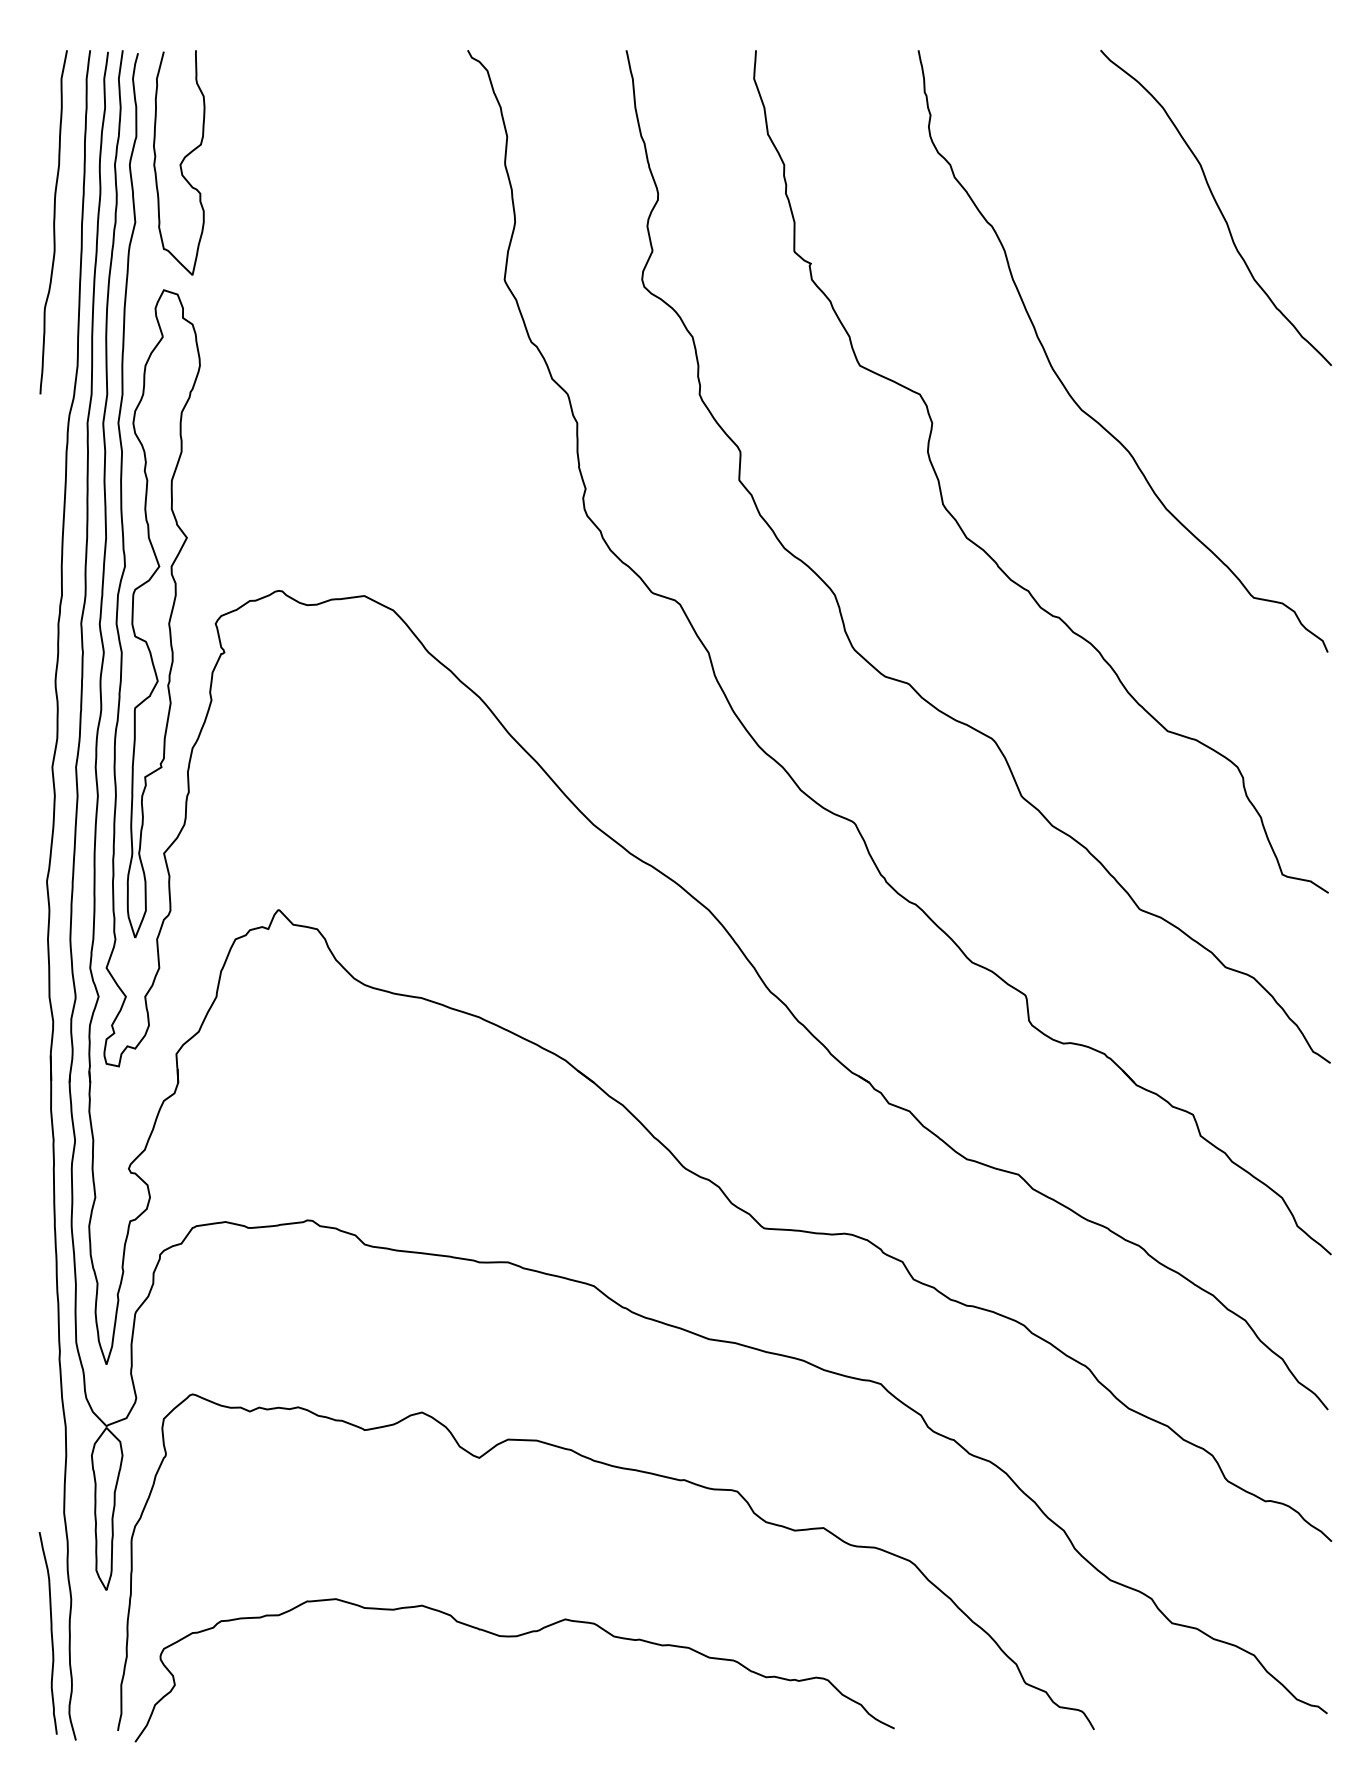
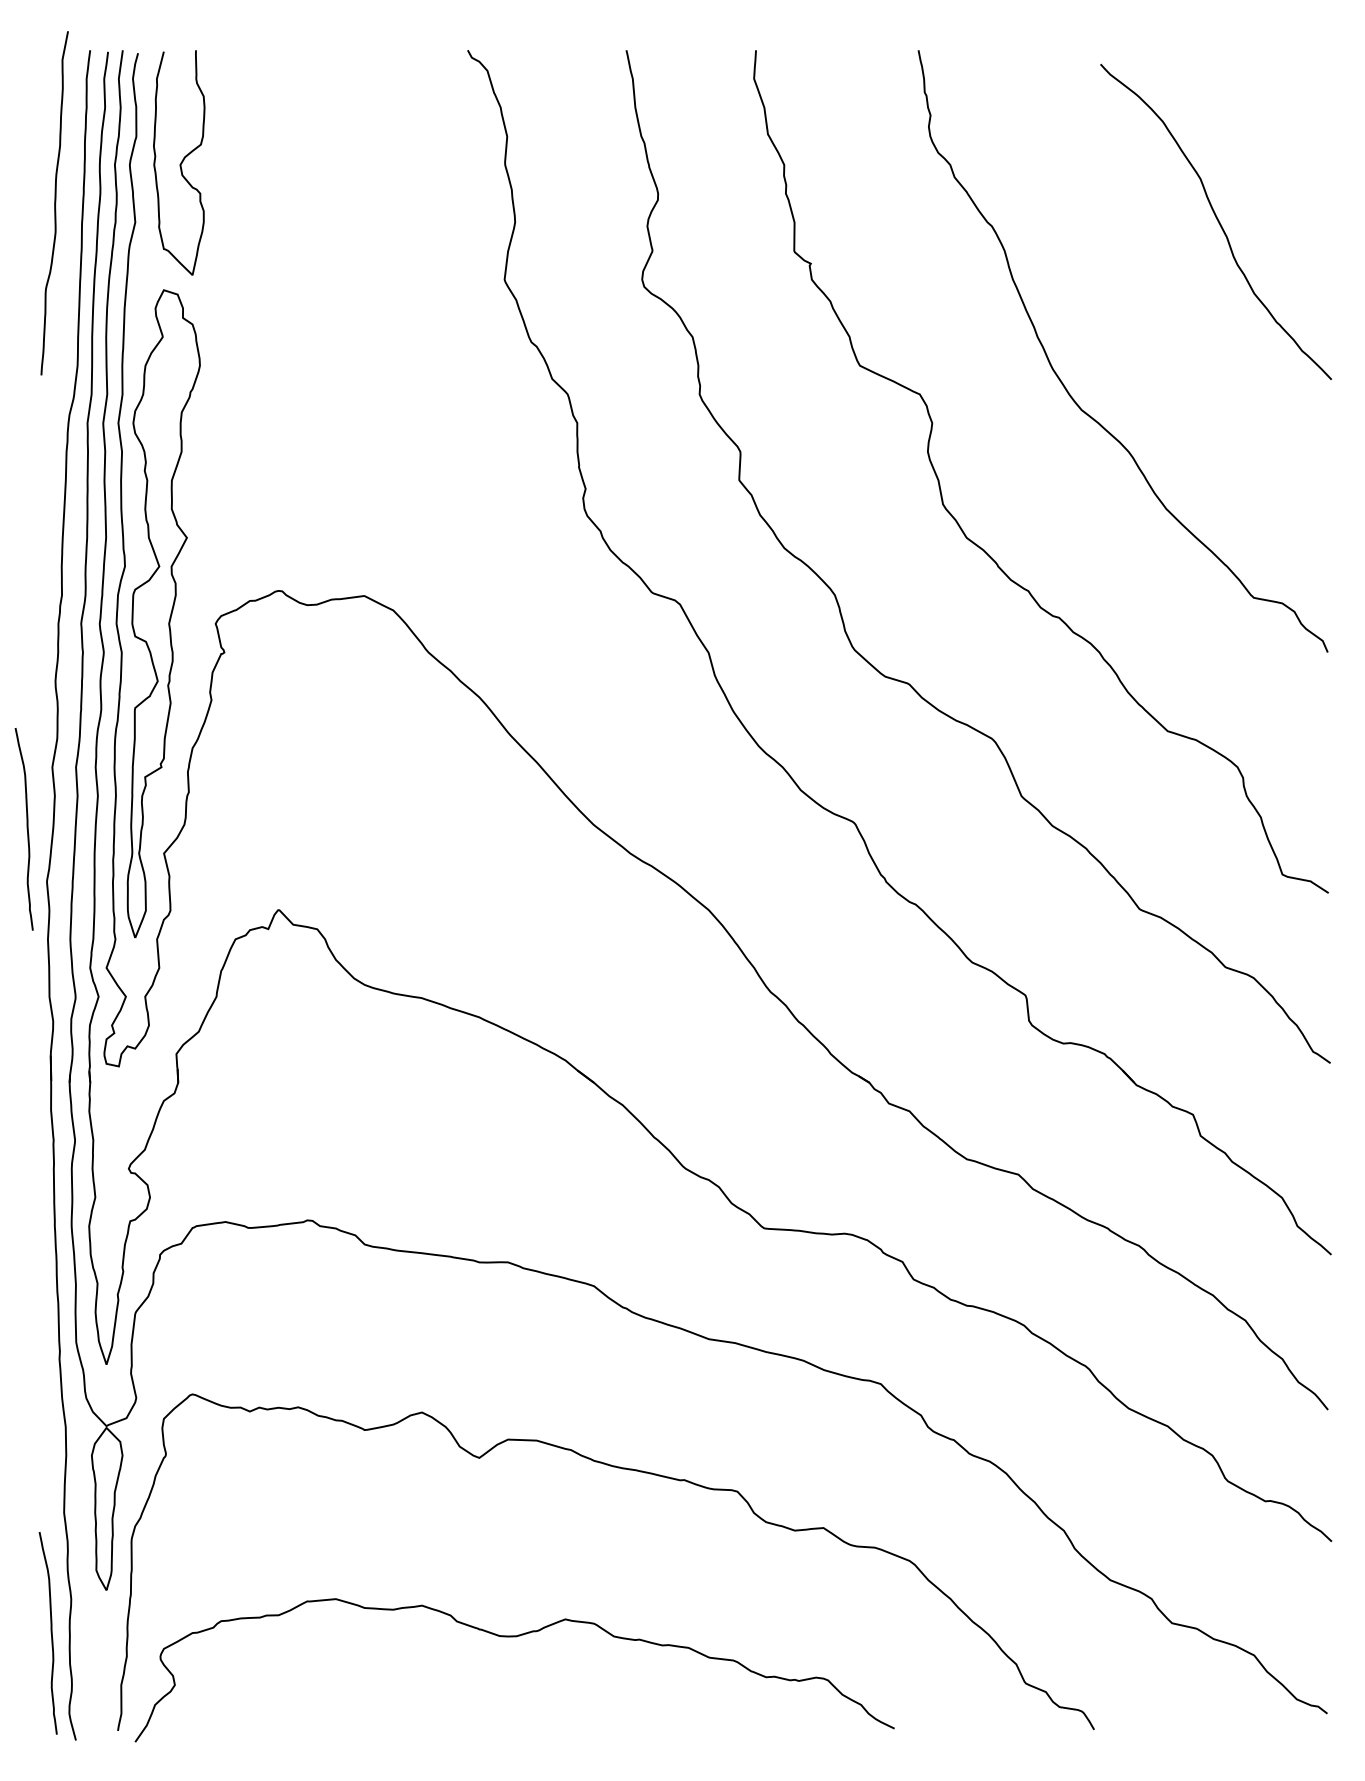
curve at (1217, 207) position: (1217, 207) -> (1217, 221)
curve at (53, 222) position: (53, 222) -> (54, 203)
curve at (26, 829): none -> present
